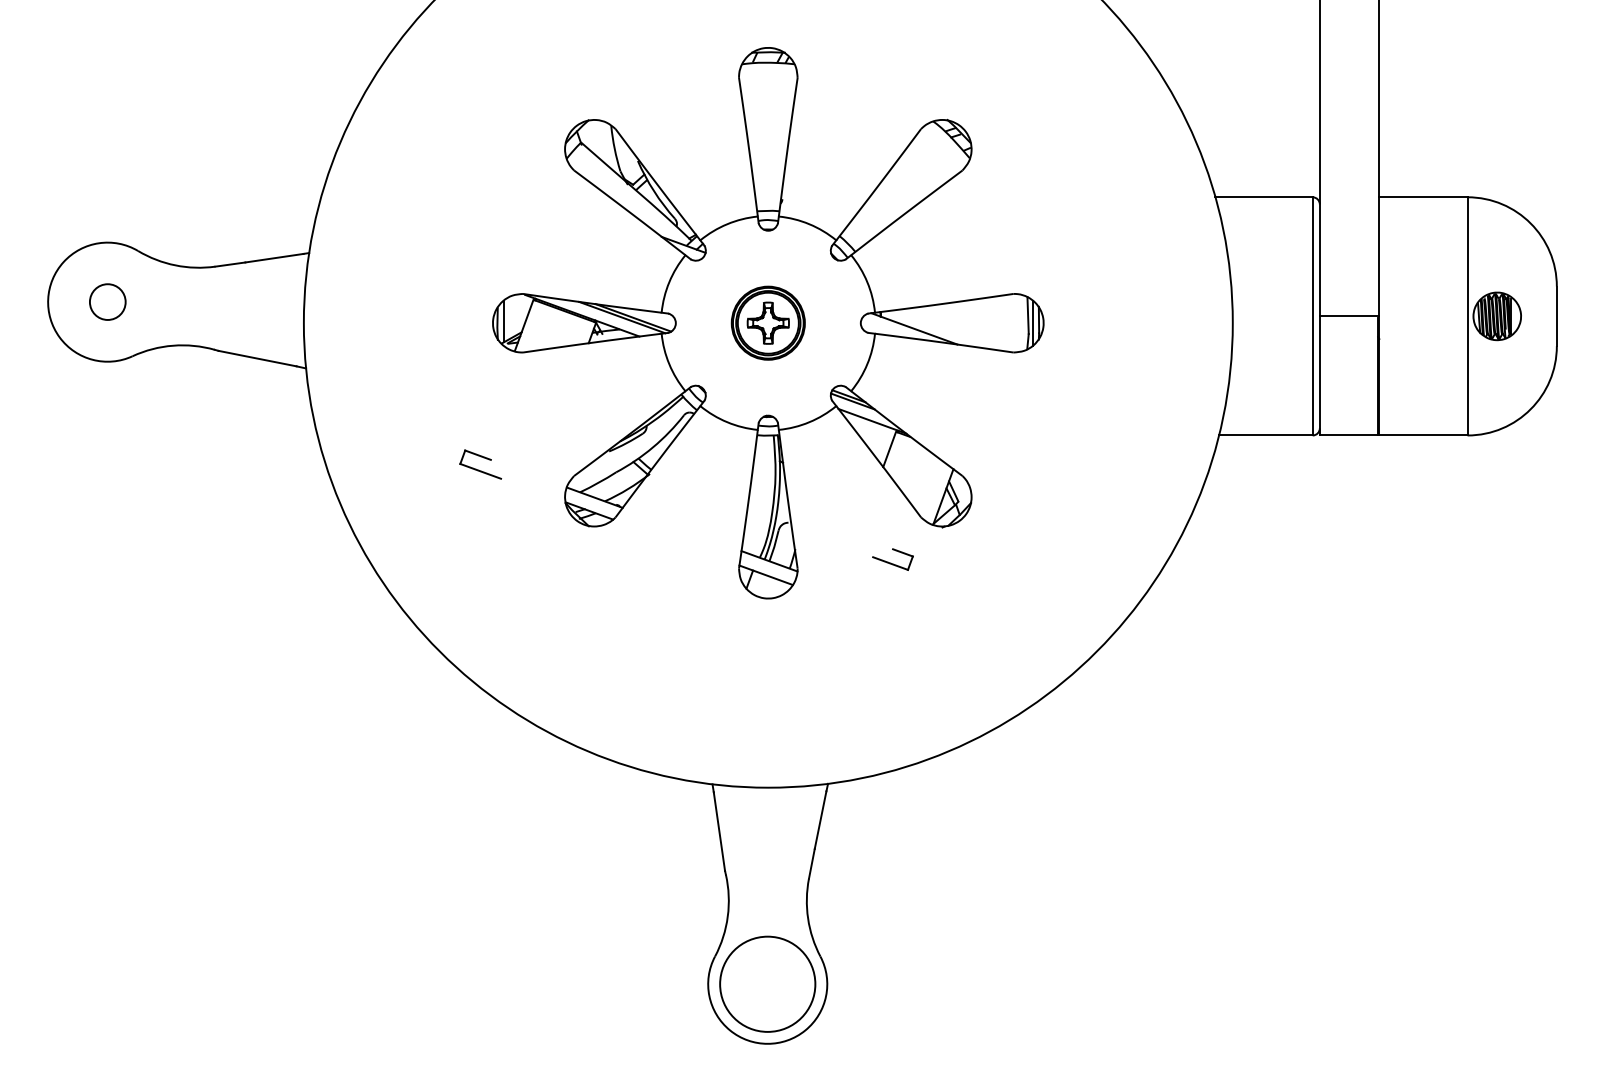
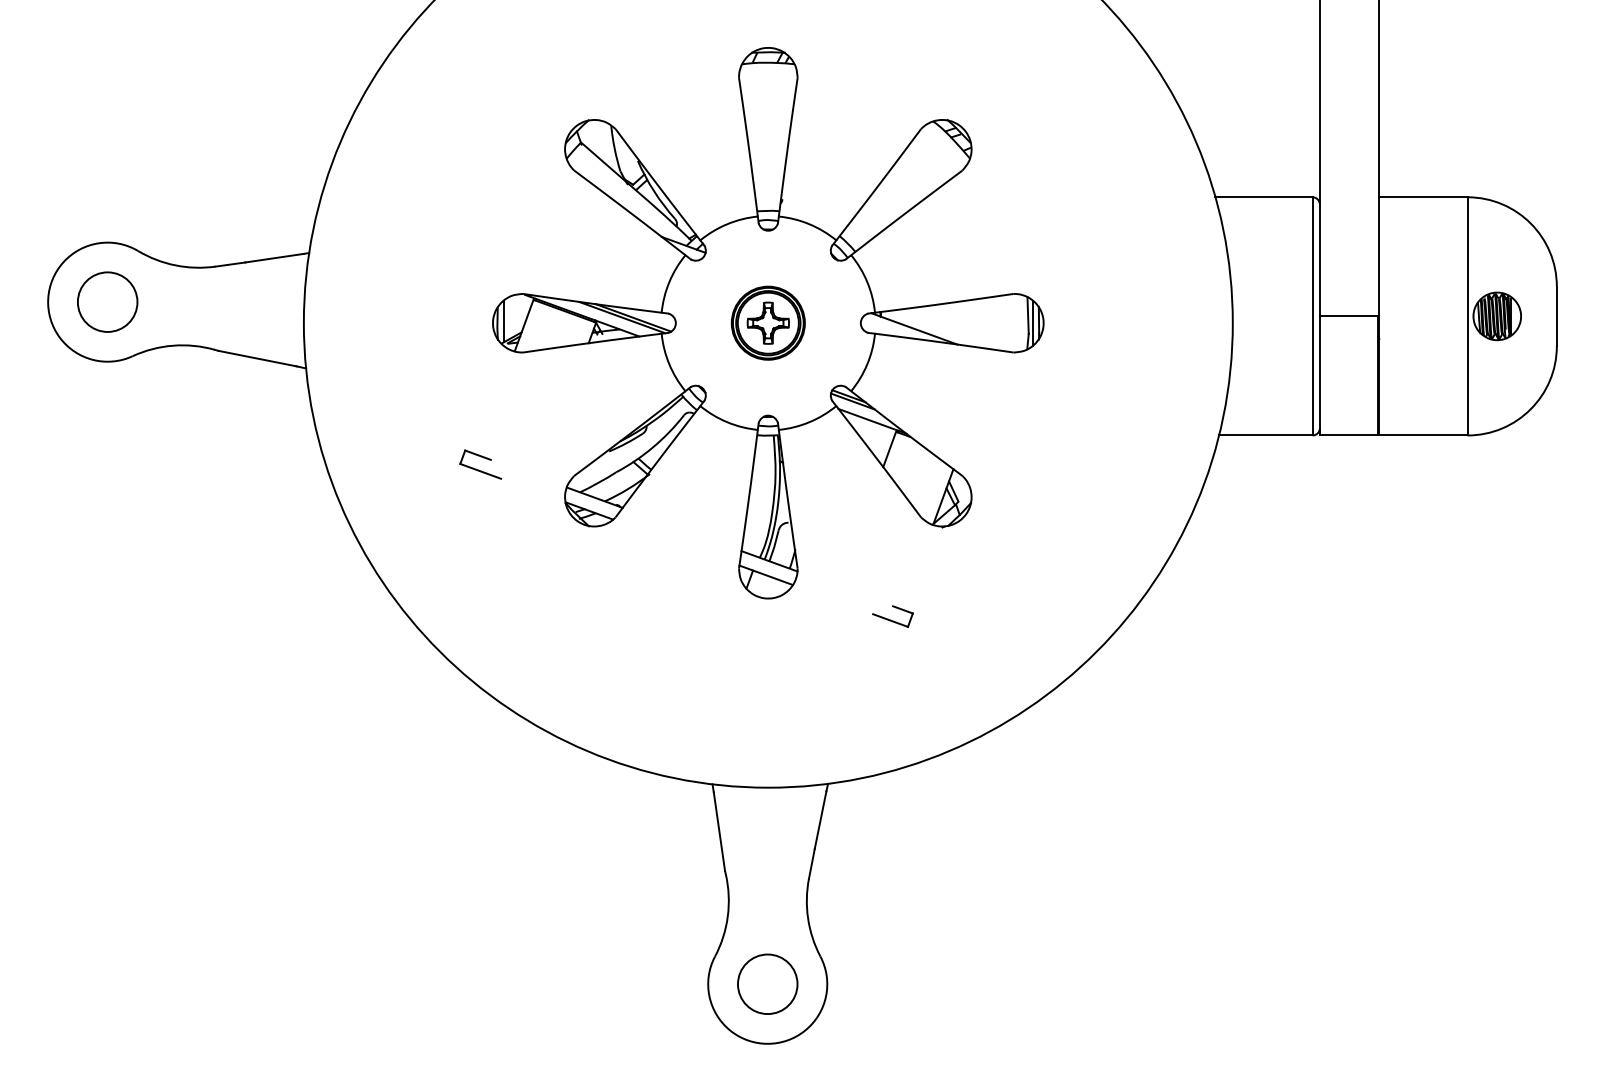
circle at (107, 301) size: 38x38 px -> 62x62 px
part at (892, 559) position: (892, 559) -> (892, 616)
circle at (767, 983) diameter: 95 px -> 60 px
